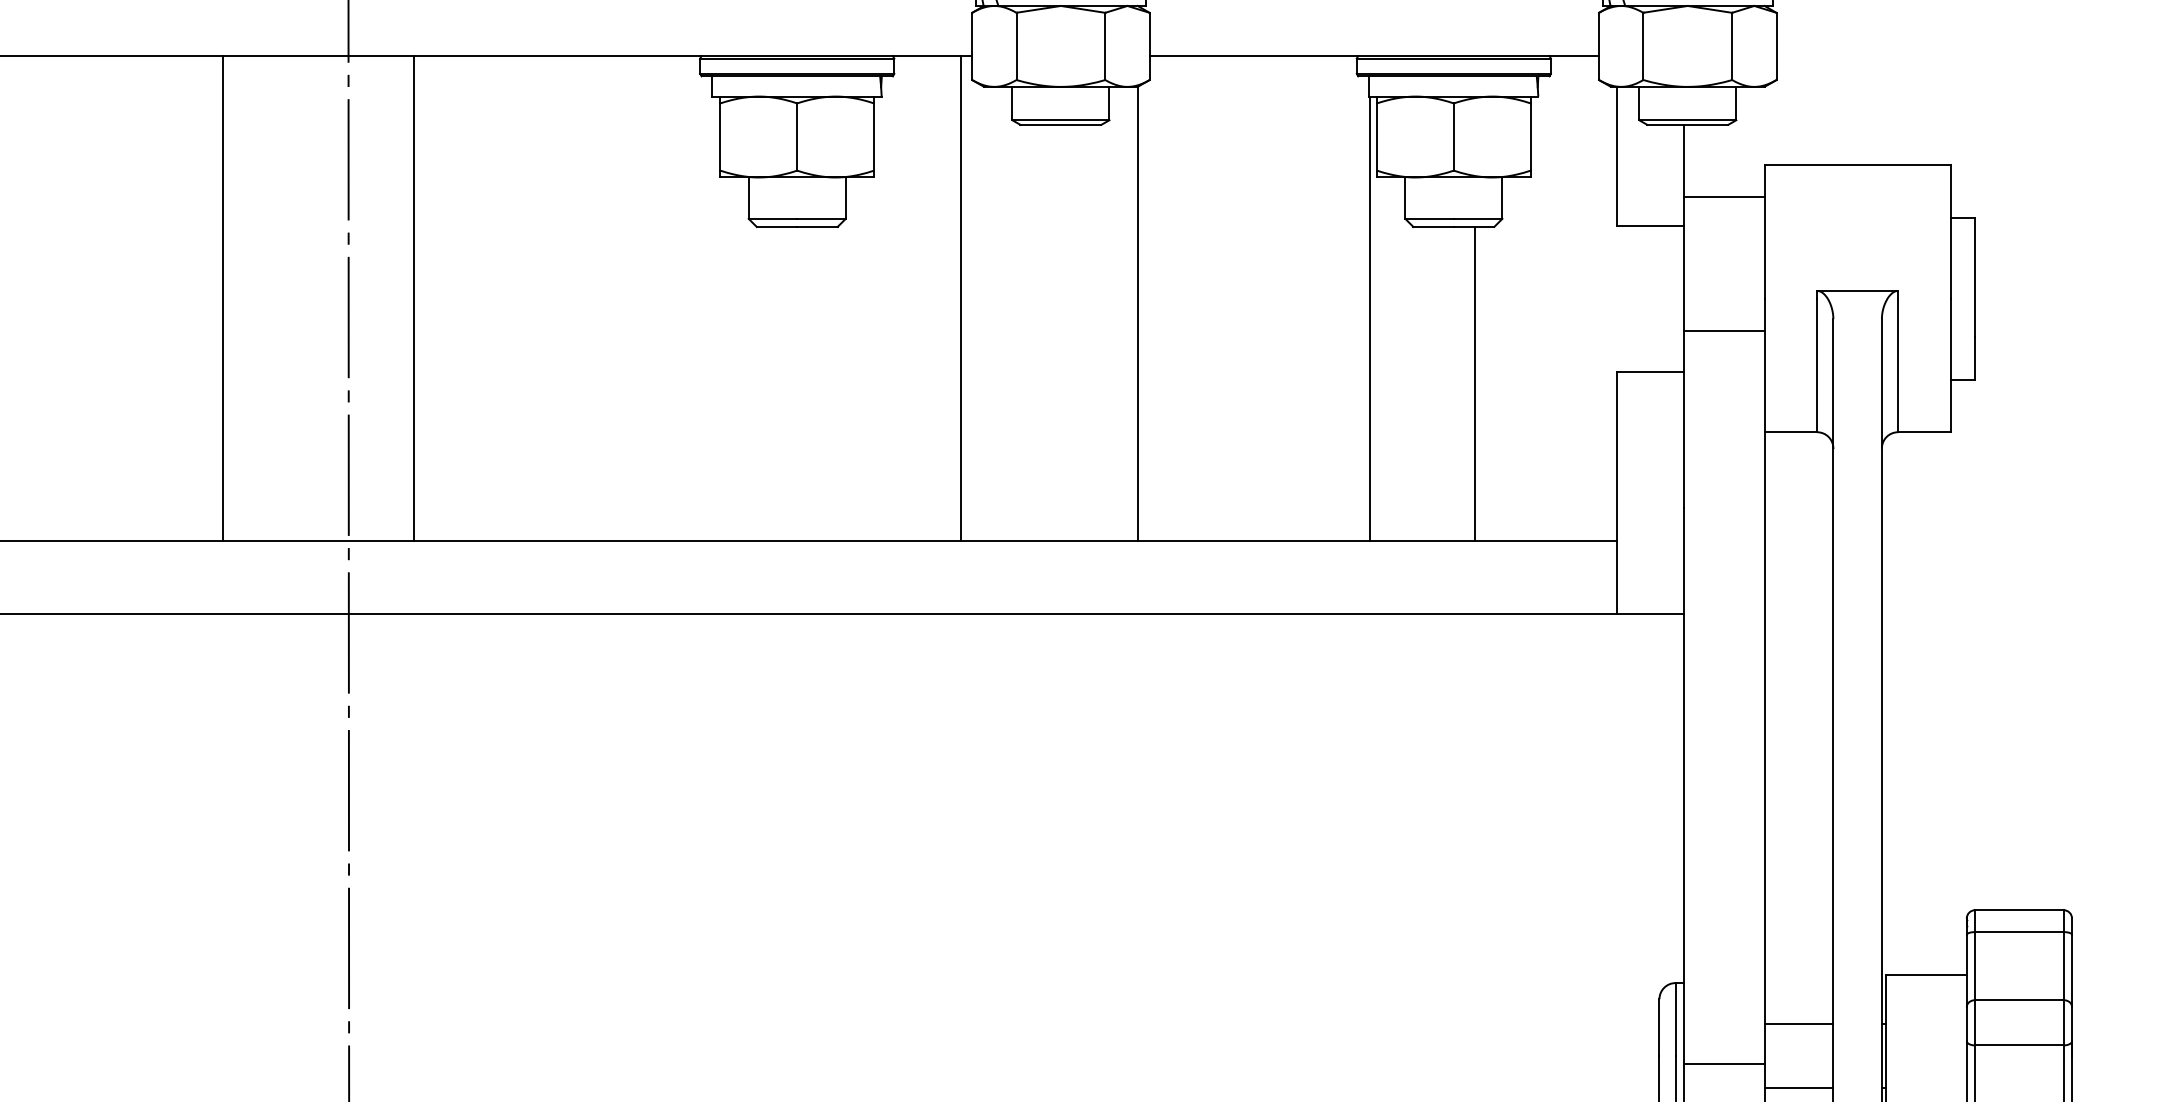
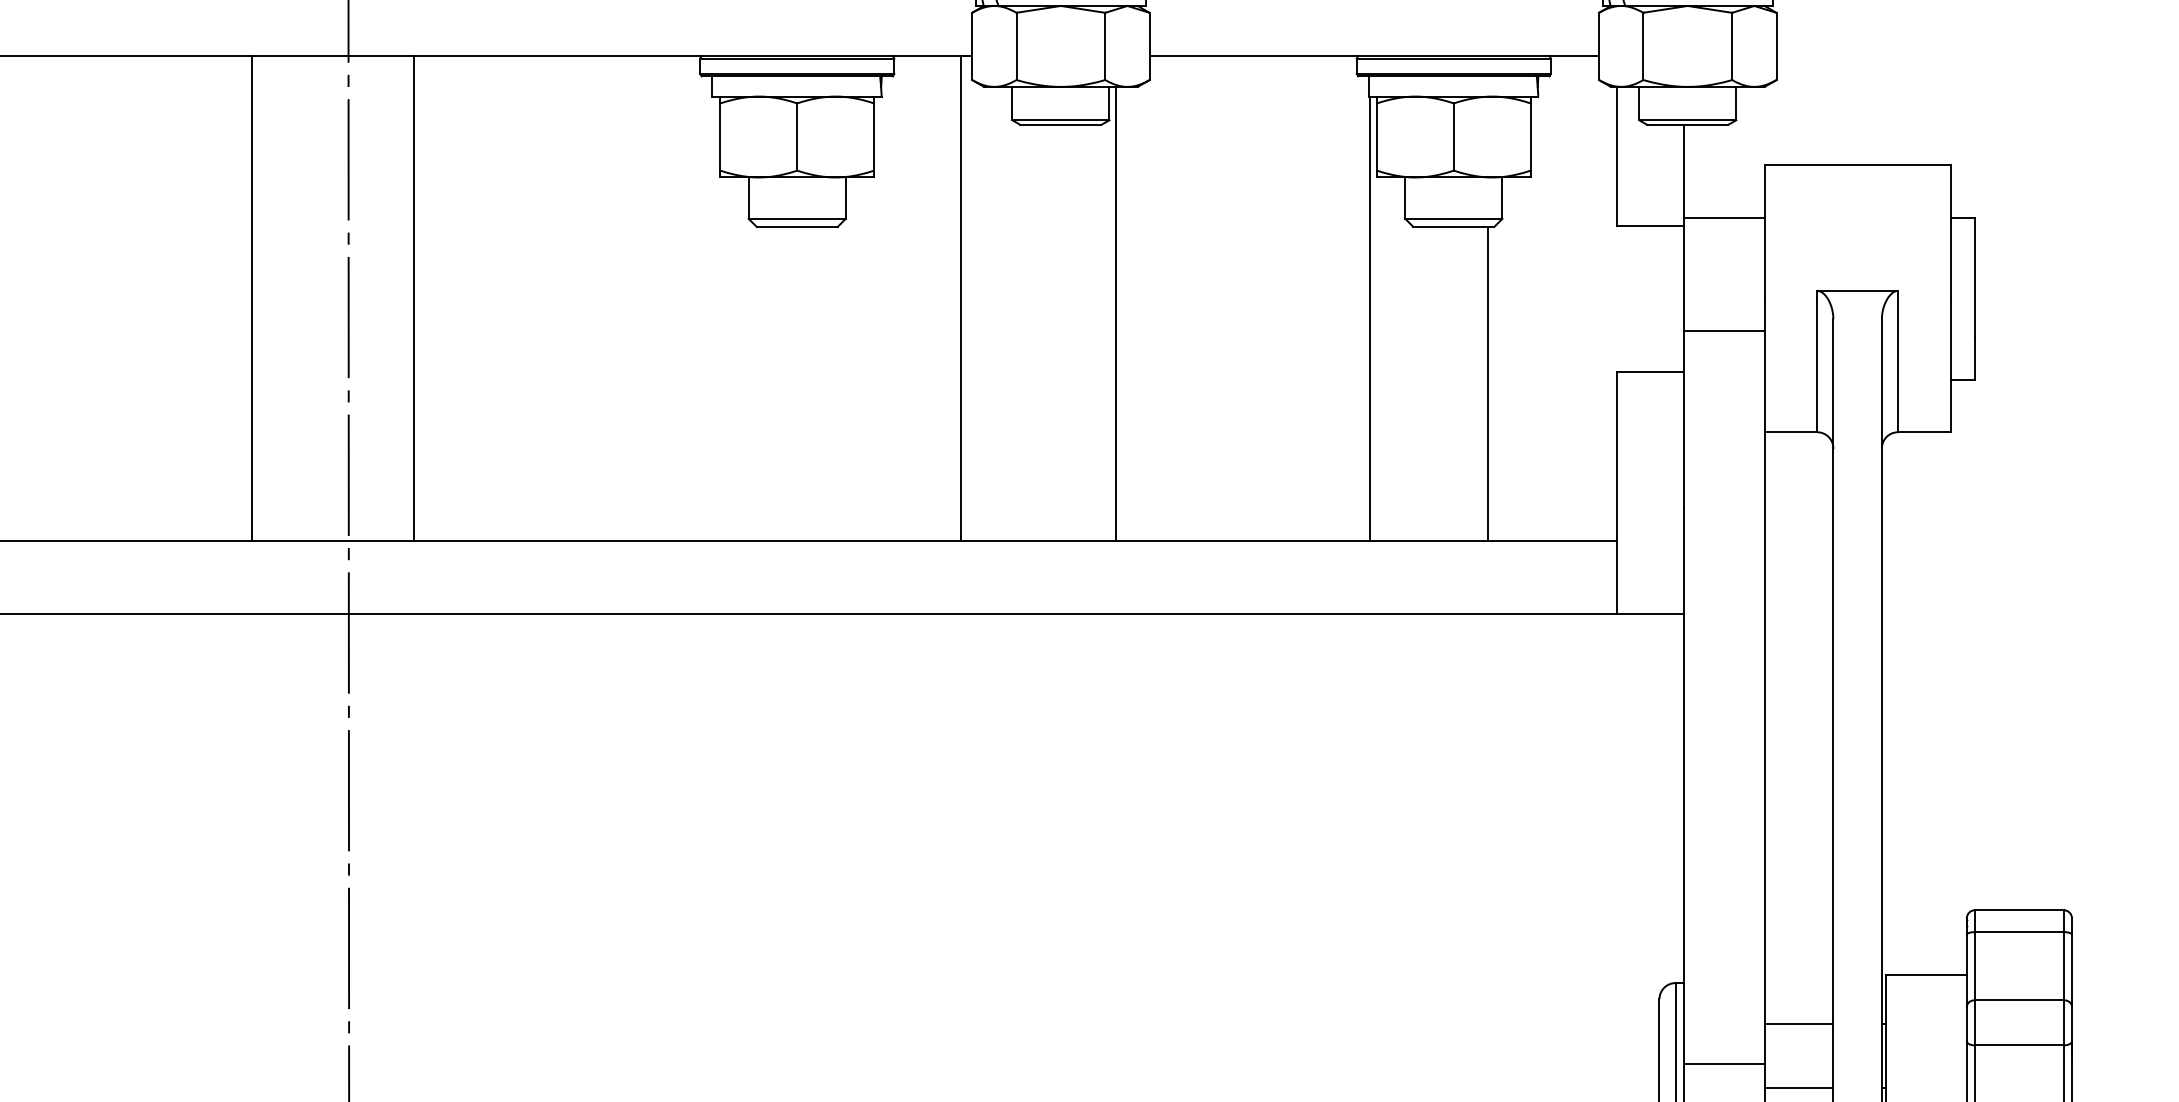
line at (1723, 196) position: (1723, 196) -> (1723, 217)
line at (223, 298) position: (223, 298) -> (252, 298)
line at (1137, 313) position: (1137, 313) -> (1115, 313)
line at (1475, 383) position: (1475, 383) -> (1488, 383)
